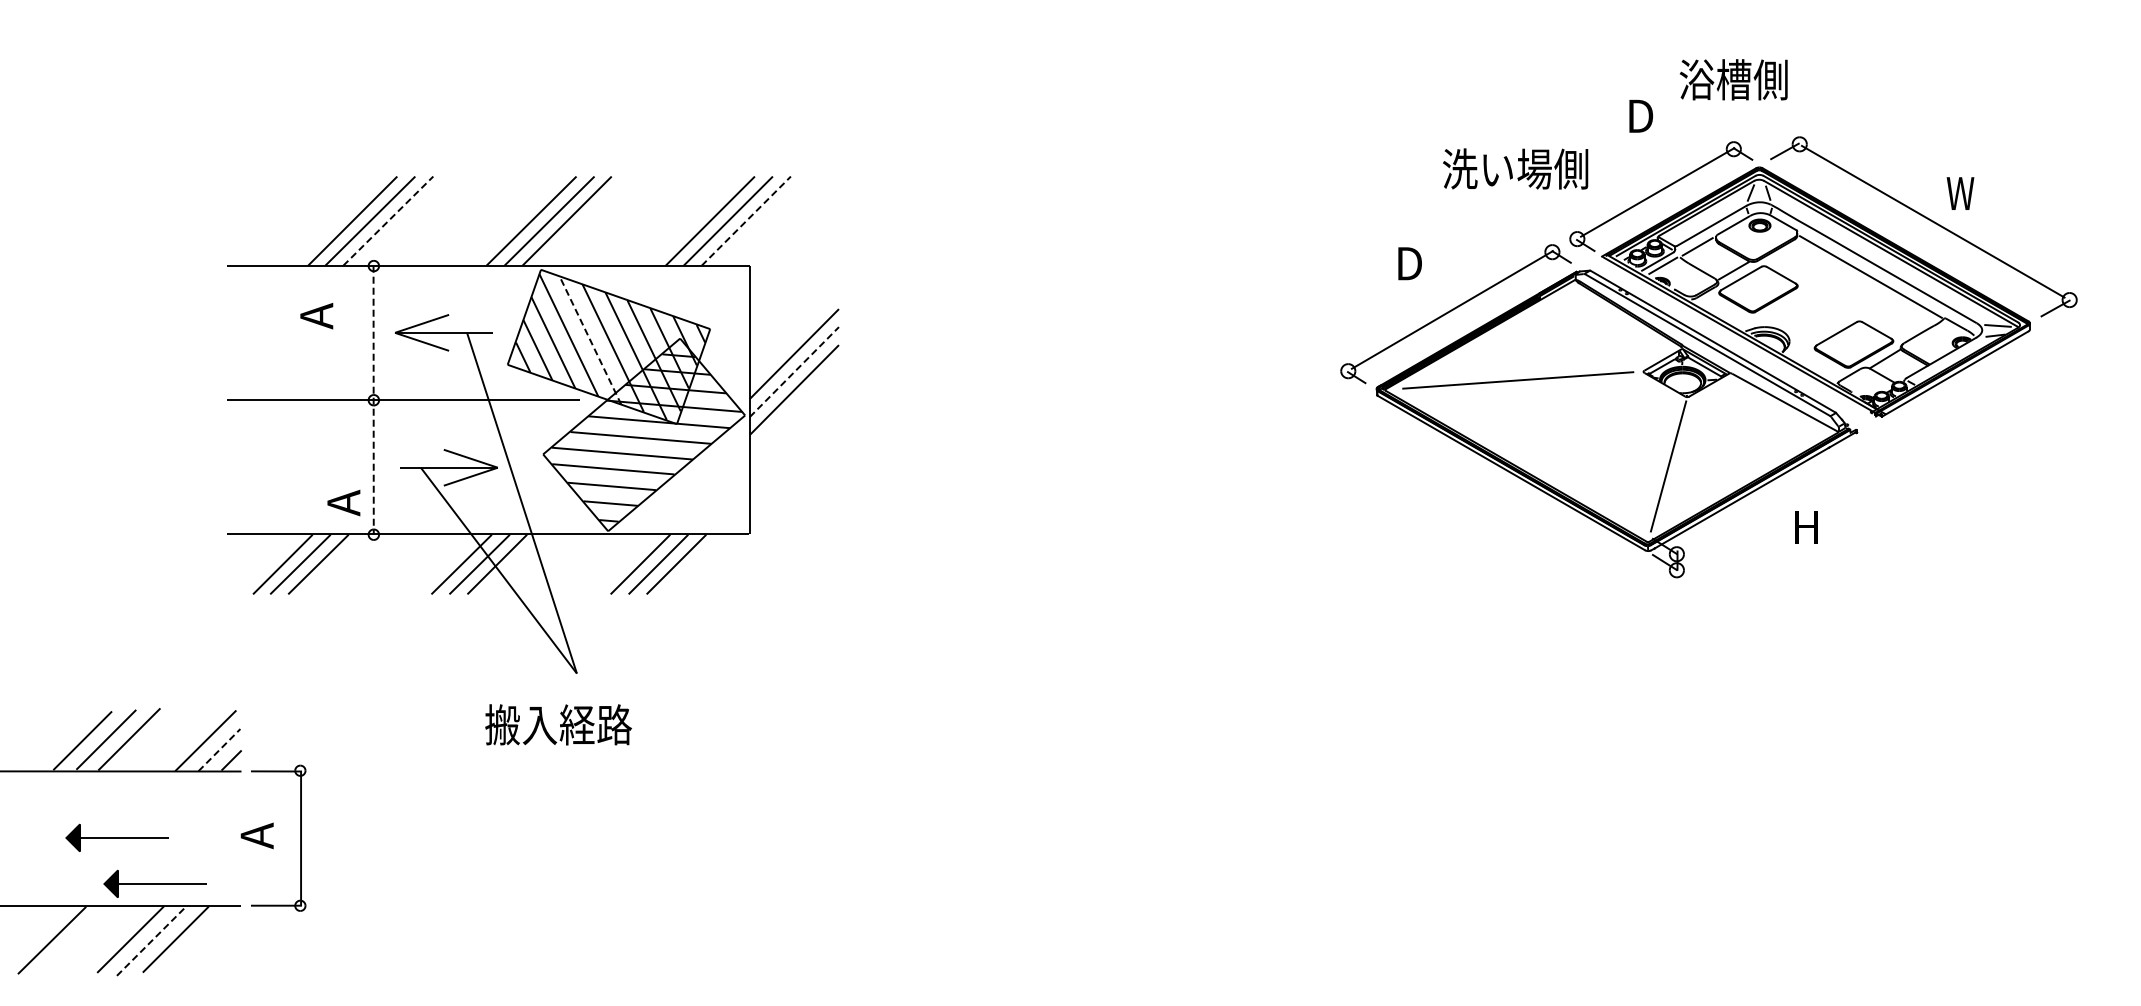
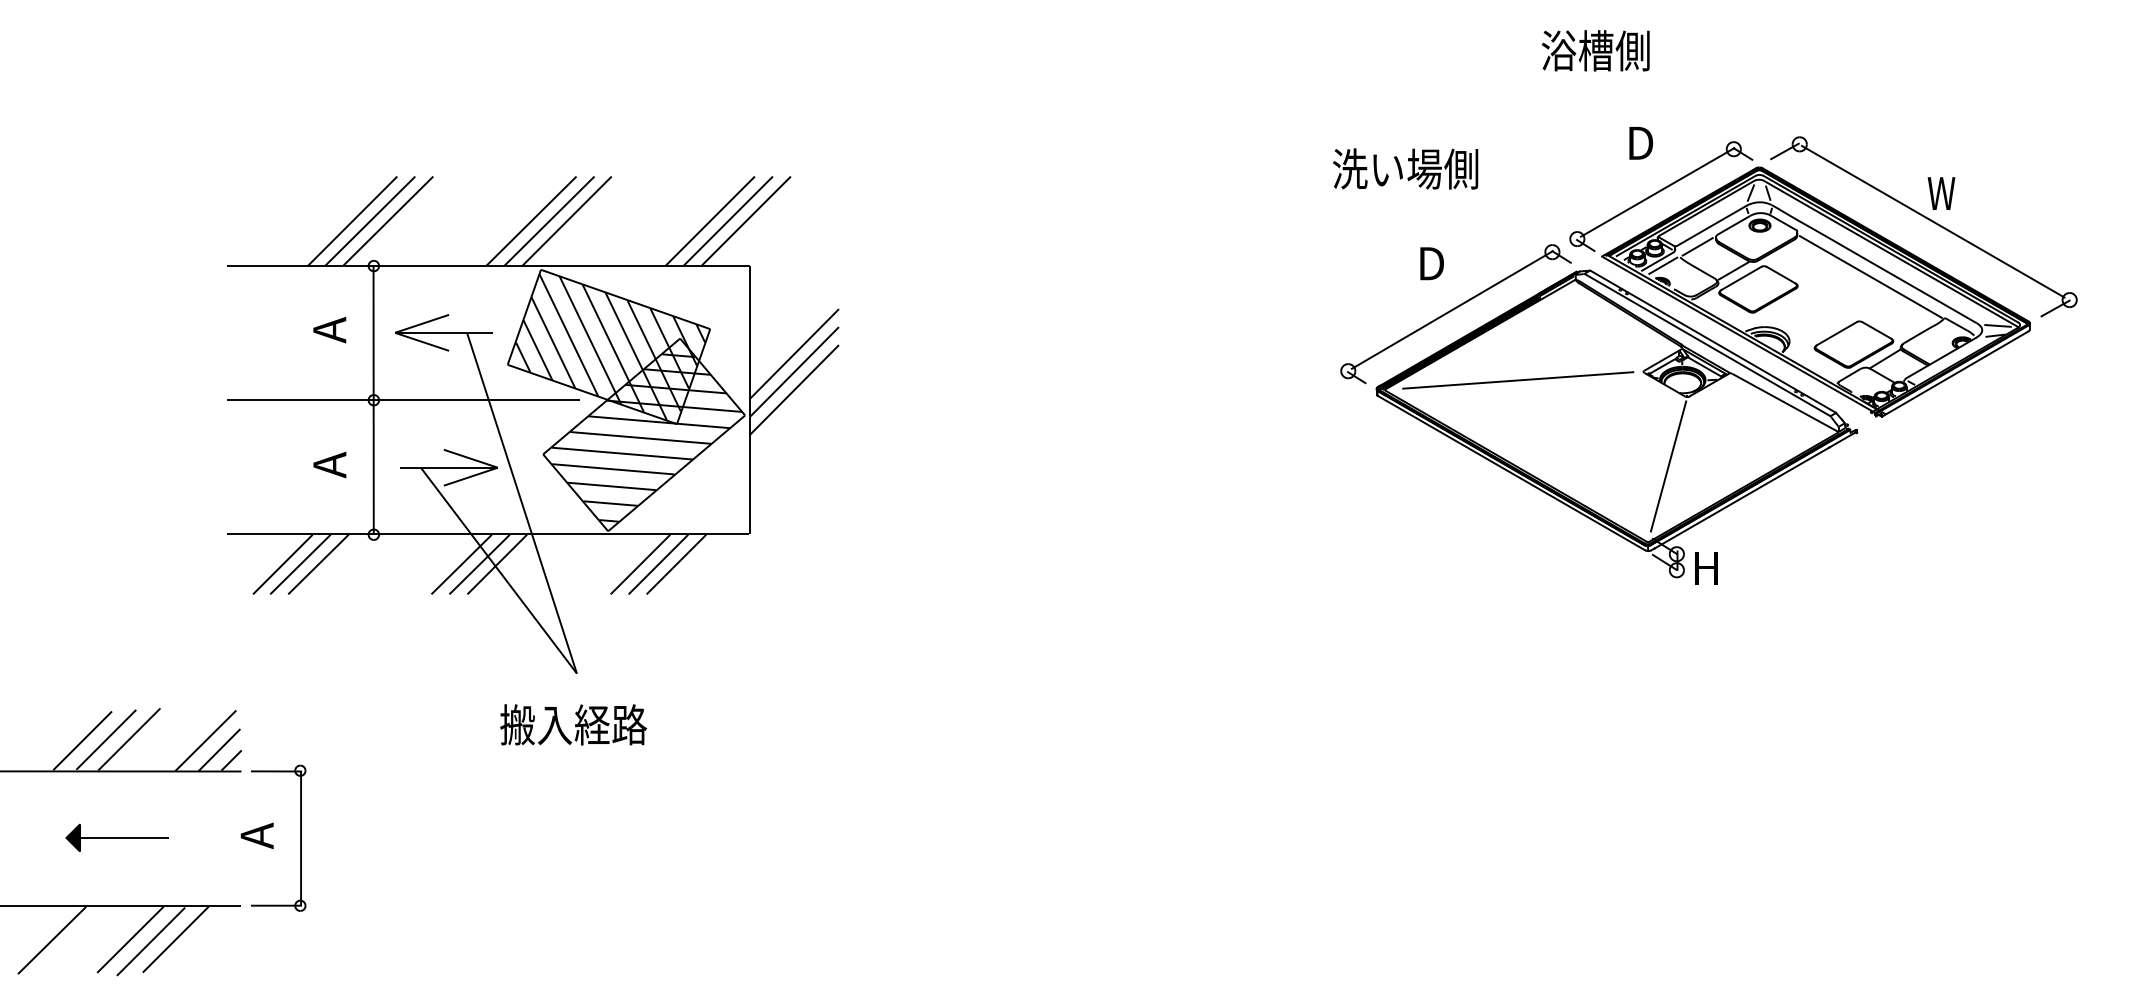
text at (1733, 79) position: (1733, 79) -> (1595, 50)
text at (1640, 116) position: (1640, 116) -> (1640, 143)
text at (1515, 168) position: (1515, 168) -> (1405, 168)
text at (1960, 193) position: (1960, 193) -> (1941, 193)
line at (388, 220): dashed -> solid
line at (746, 220): dashed -> solid
text at (1409, 263) position: (1409, 263) -> (1431, 263)
text at (316, 316) position: (316, 316) -> (329, 330)
line at (590, 340): dashed -> solid
line at (794, 371): dashed -> solid
line at (373, 400): dashed -> solid
text at (343, 503) position: (343, 503) -> (329, 465)
text at (1806, 527) position: (1806, 527) -> (1706, 568)
text at (558, 724) position: (558, 724) -> (573, 724)
line at (219, 750): dashed -> solid
part at (154, 883): present -> none
line at (151, 941): dashed -> solid
